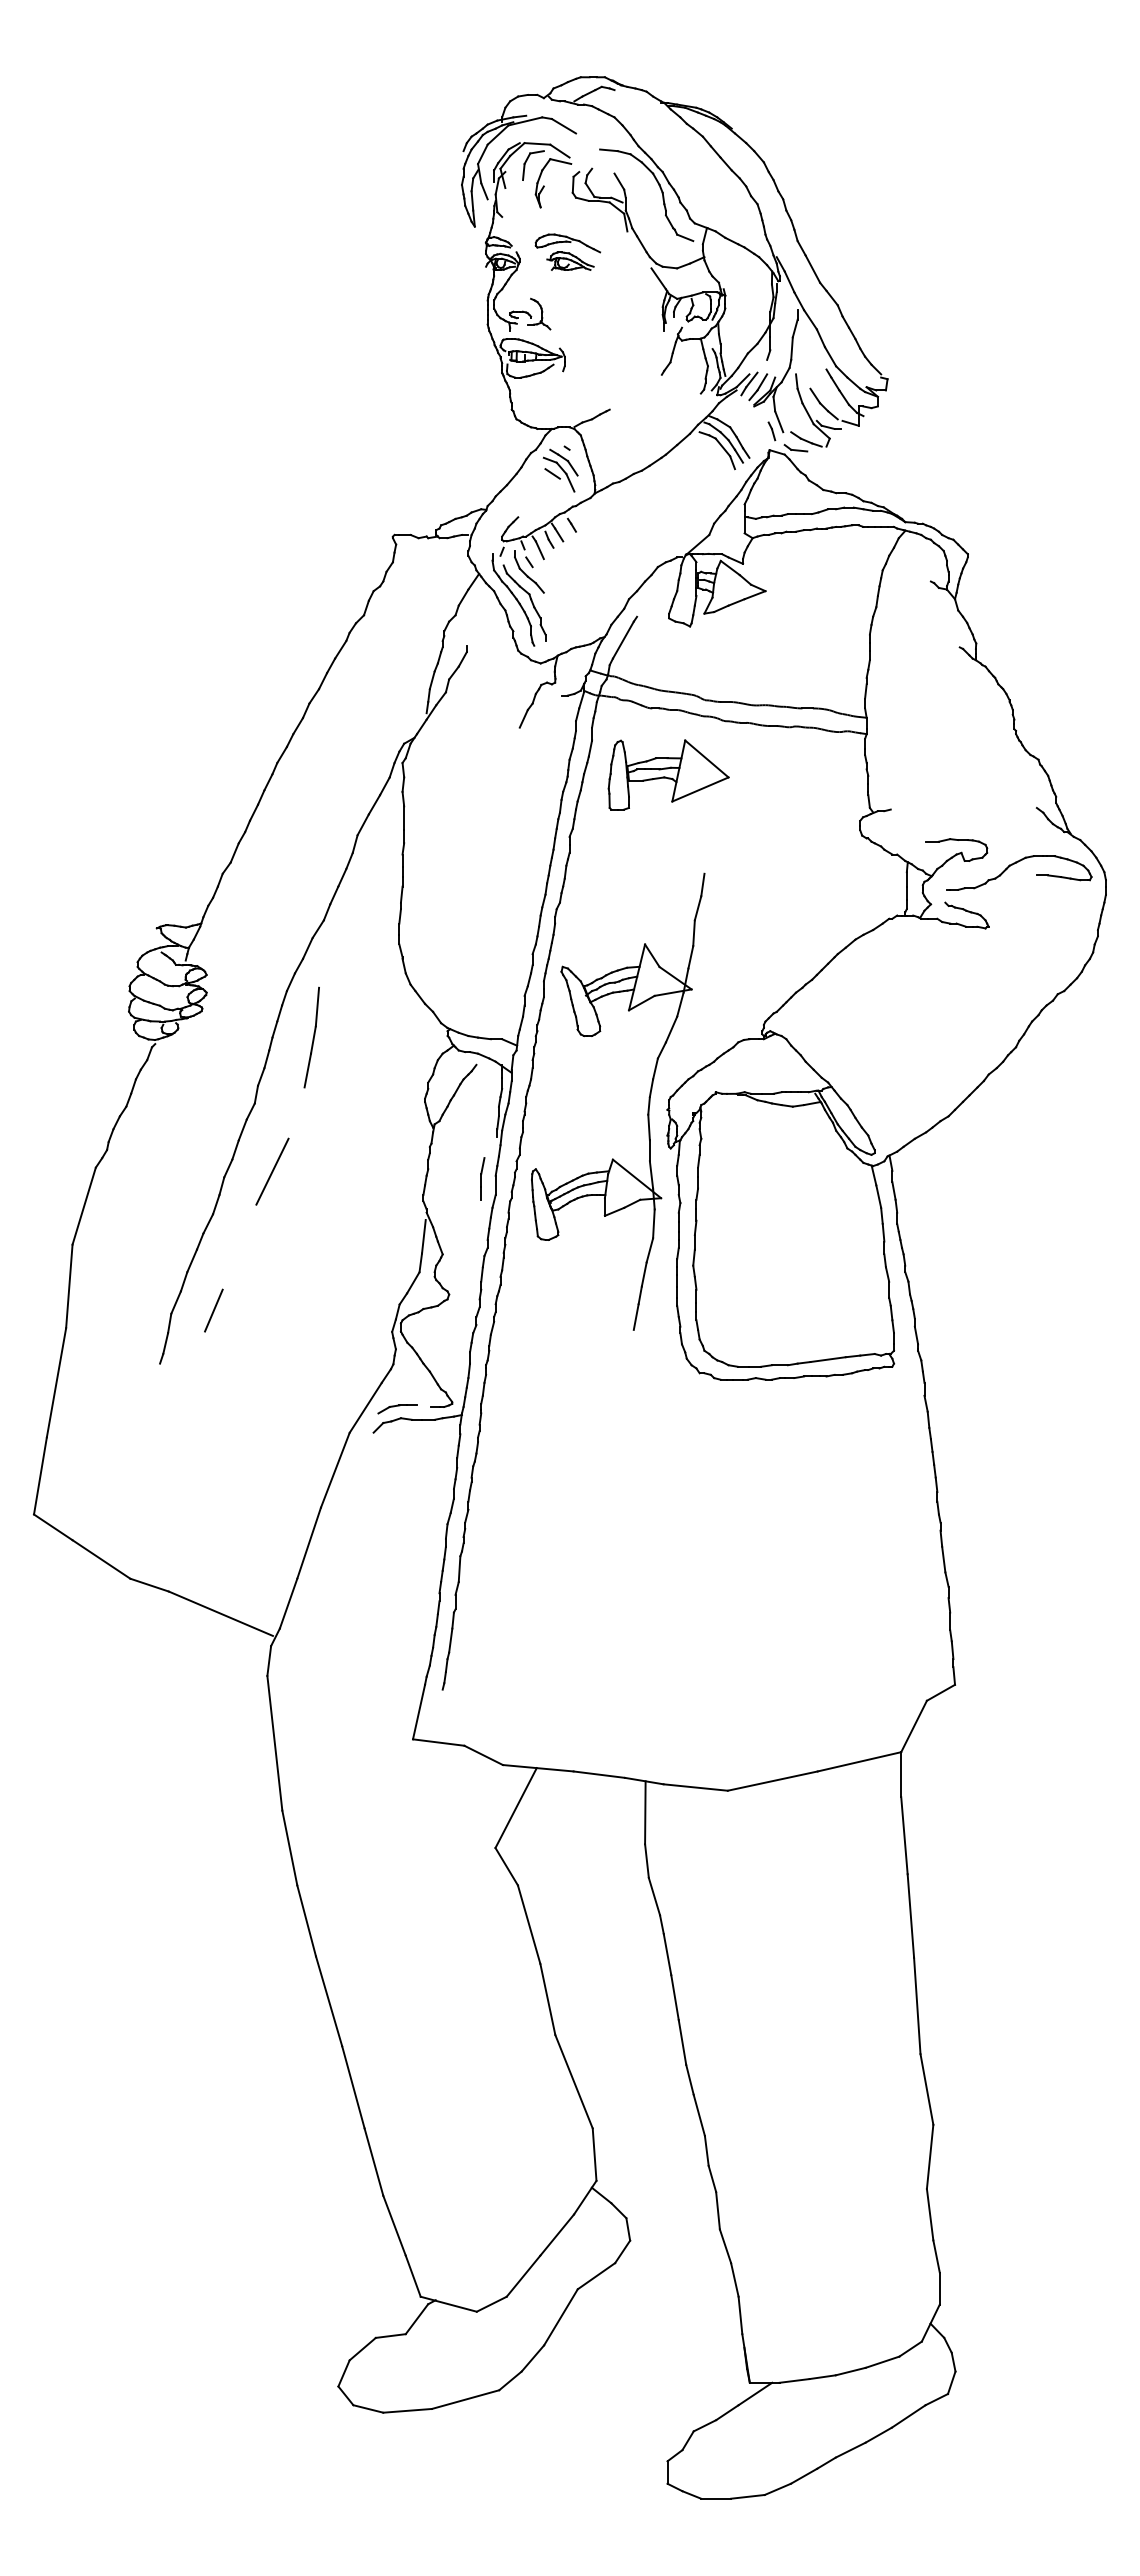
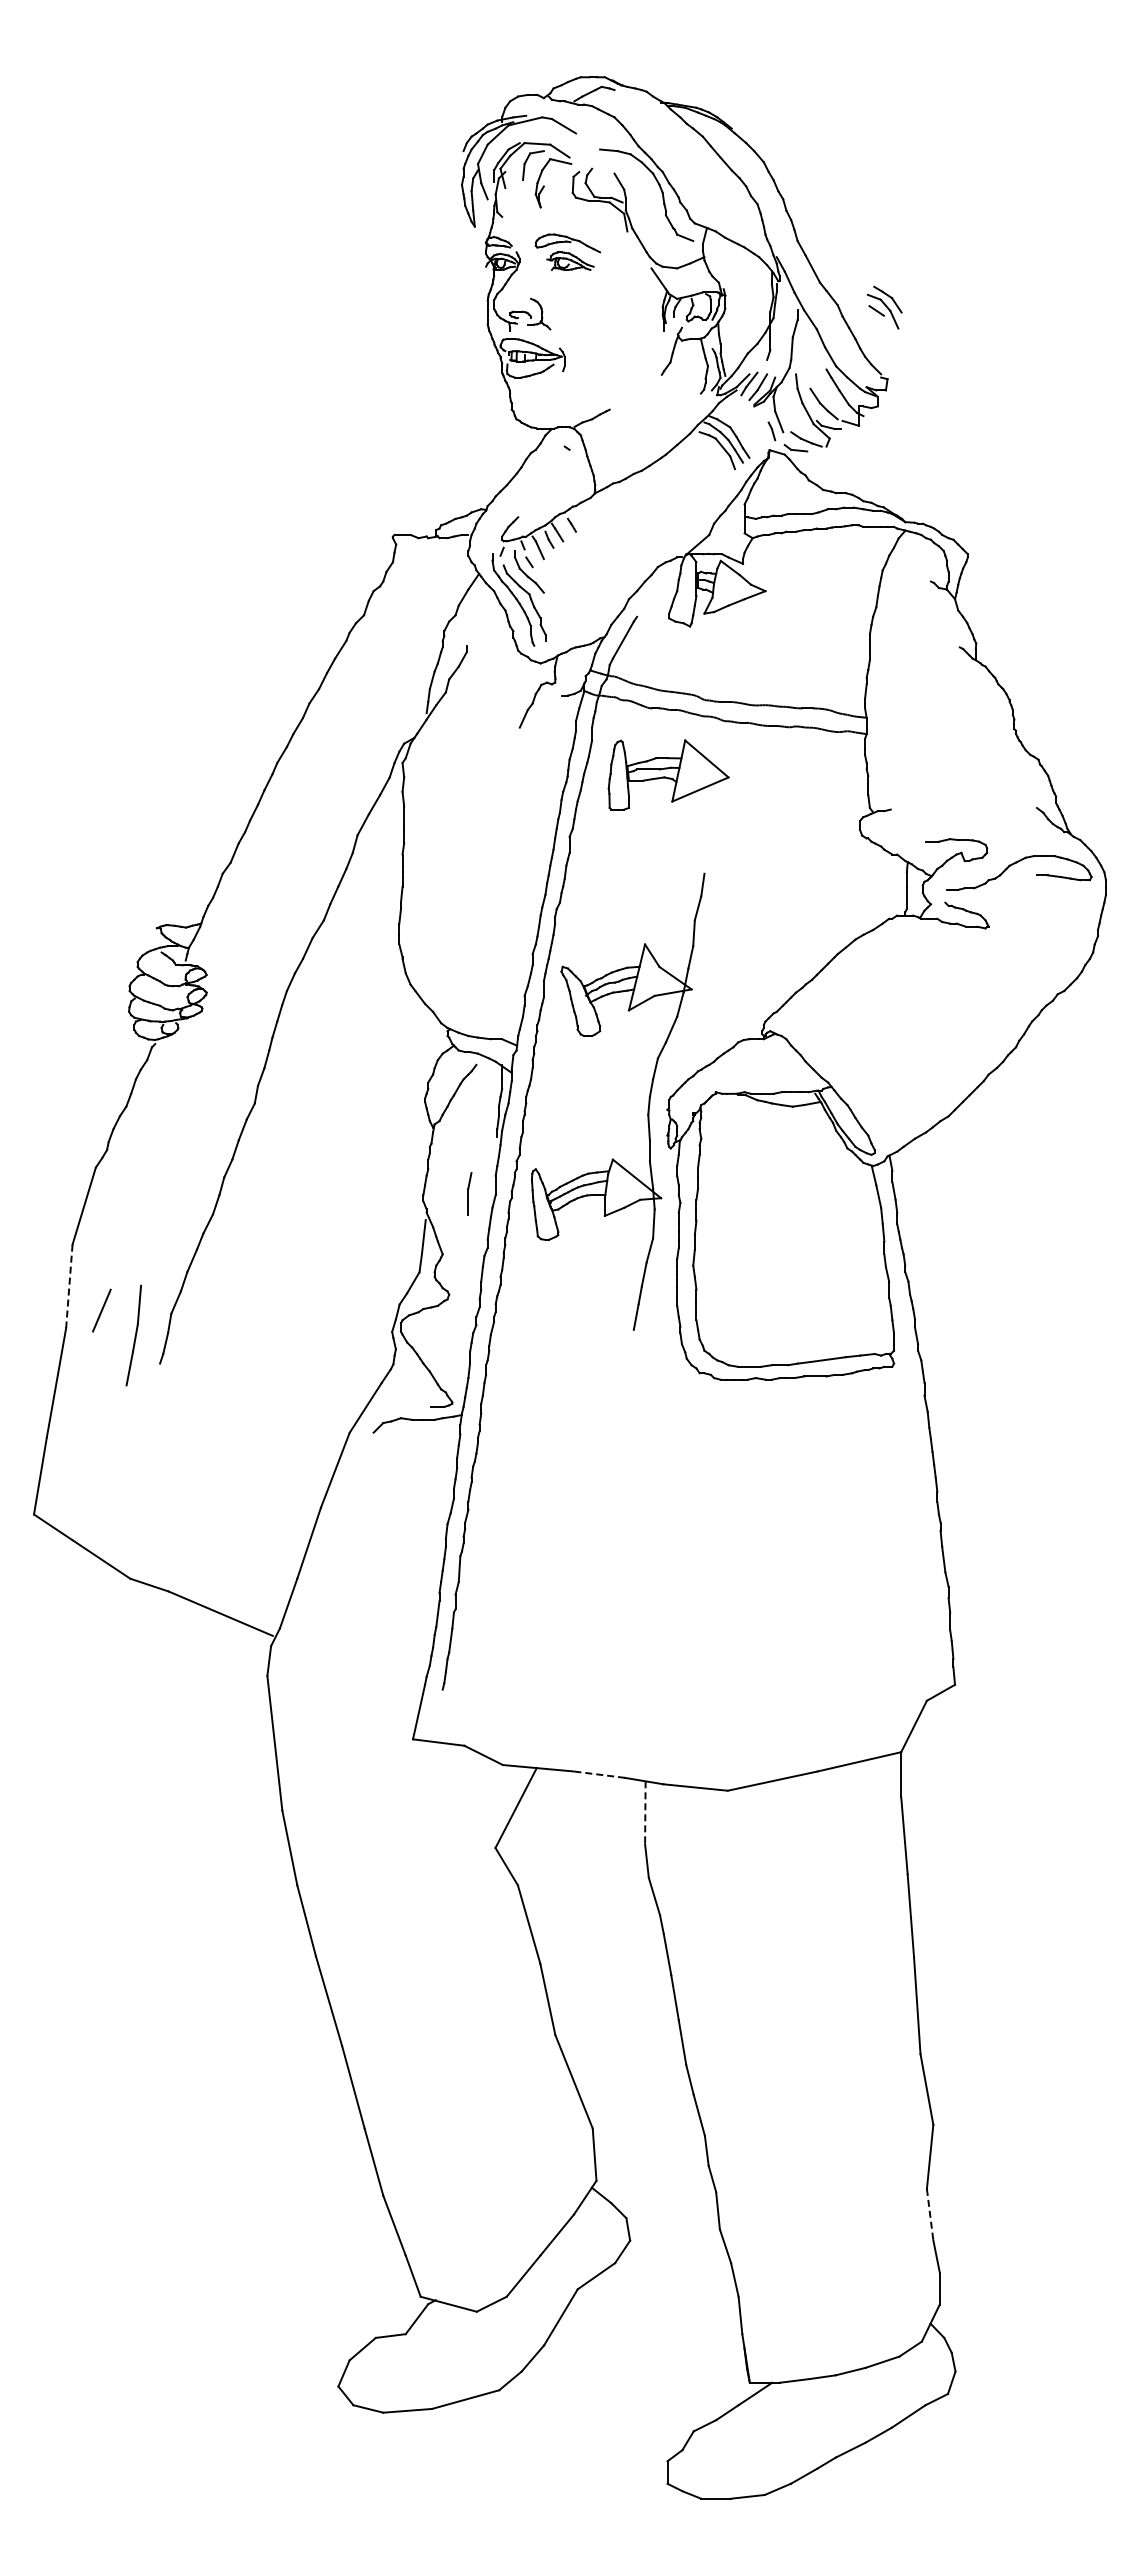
part at (560, 470) position: (560, 470) -> (884, 307)
part at (311, 1037) position: (311, 1037) -> (133, 1335)
line at (272, 1171): present -> none
part at (482, 1178) position: (482, 1178) -> (469, 1193)
line at (69, 1286): solid -> dashed
line at (213, 1310) position: (213, 1310) -> (101, 1310)
part at (397, 1409): present -> none
line at (599, 1774): solid -> dashed
line at (645, 1813): solid -> dashed
line at (930, 2214): solid -> dashed
